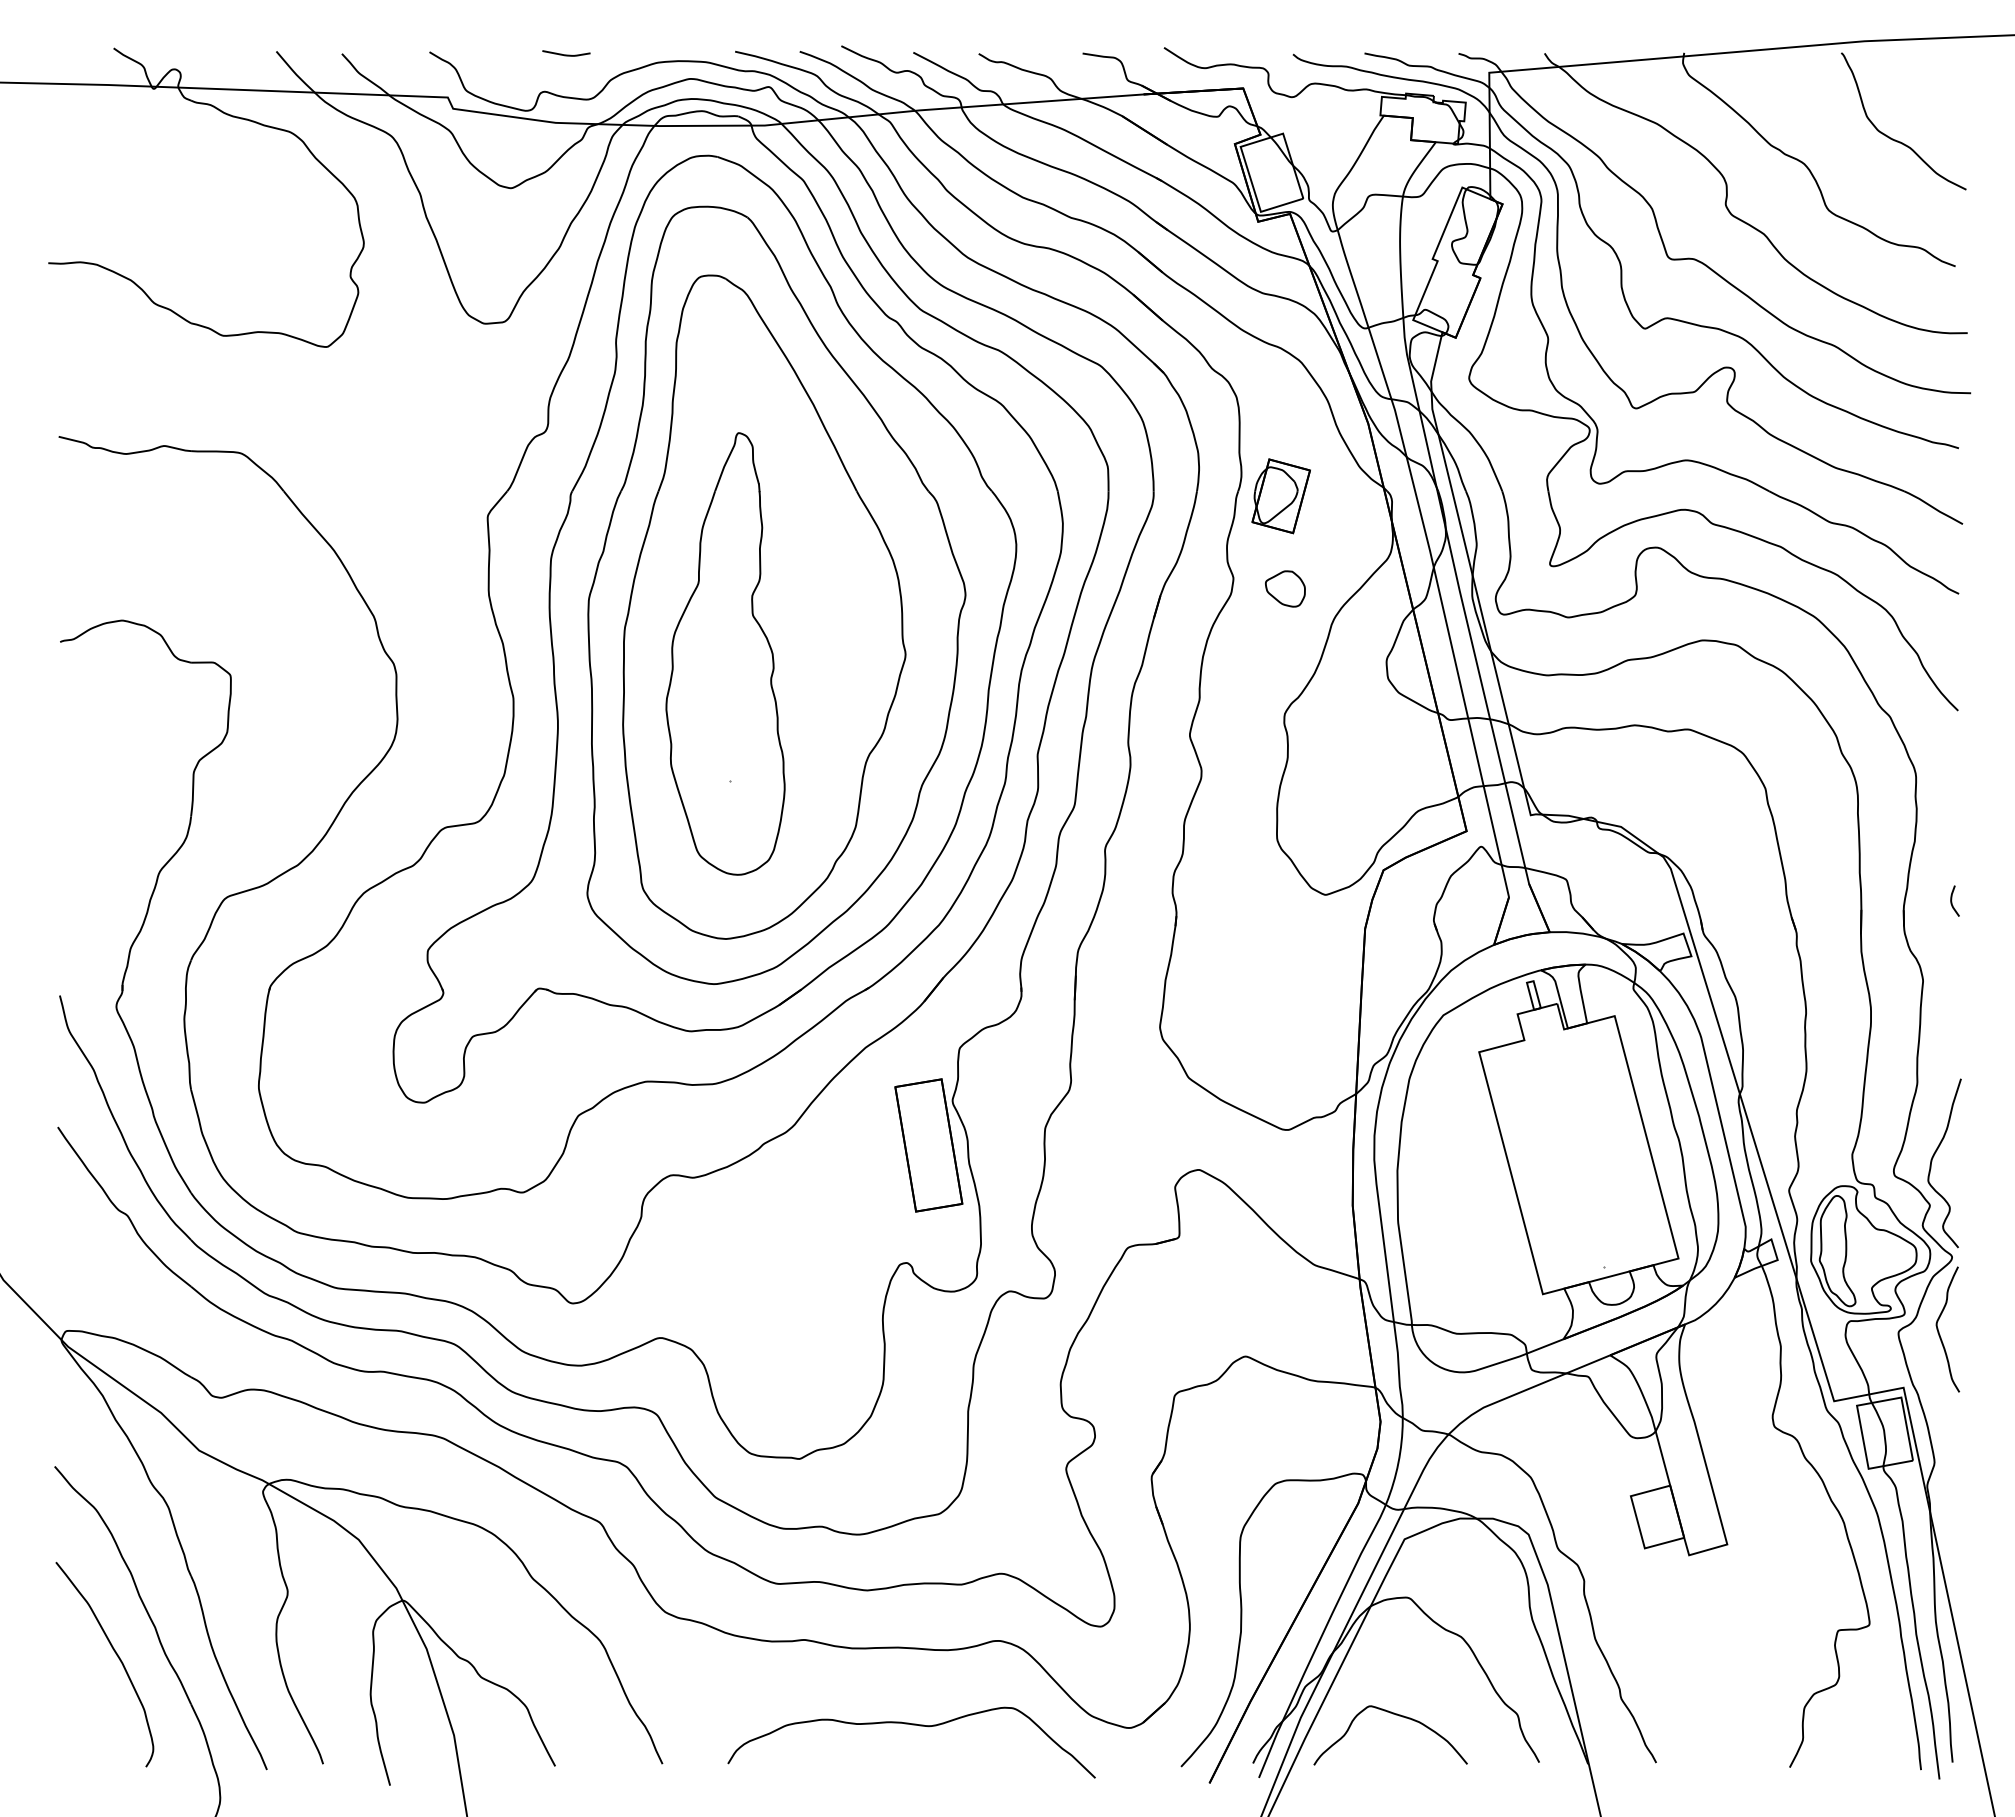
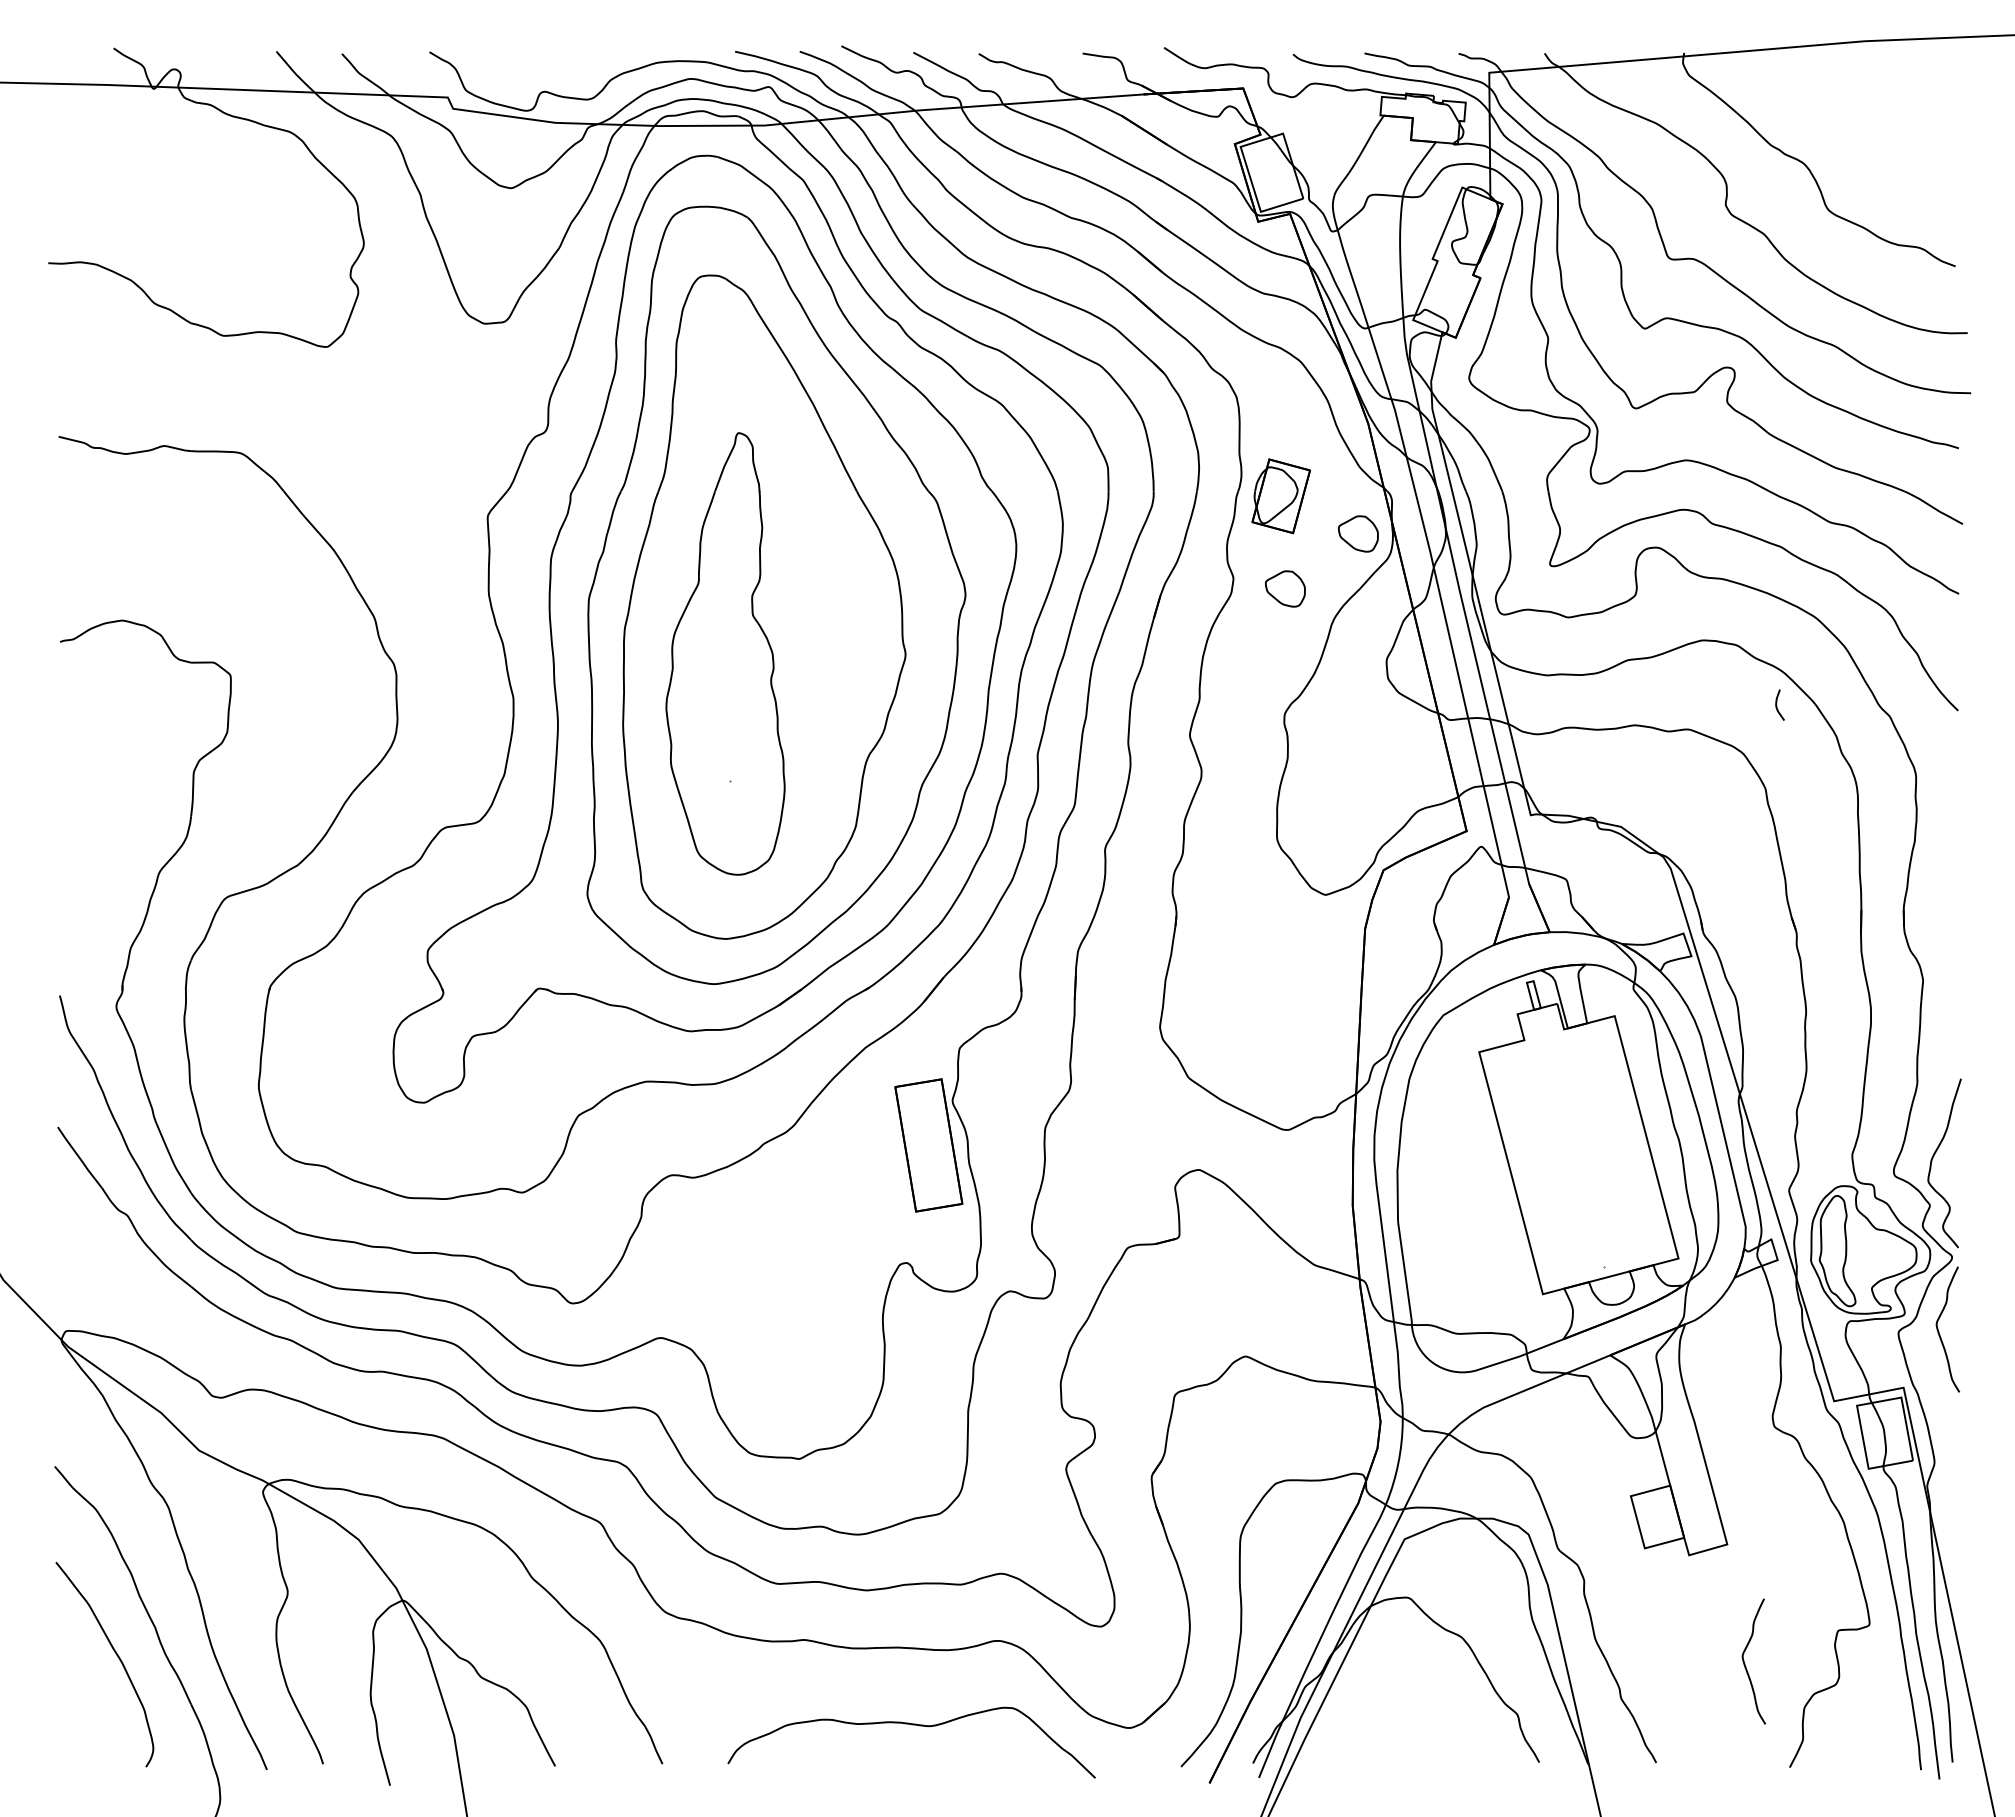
curve at (566, 54): present -> none
curve at (1898, 140): present -> none
part at (1358, 533): none -> present
curve at (1952, 899) position: (1952, 899) -> (1777, 703)
curve at (1745, 1663): none -> present
curve at (1395, 1715): present -> none
